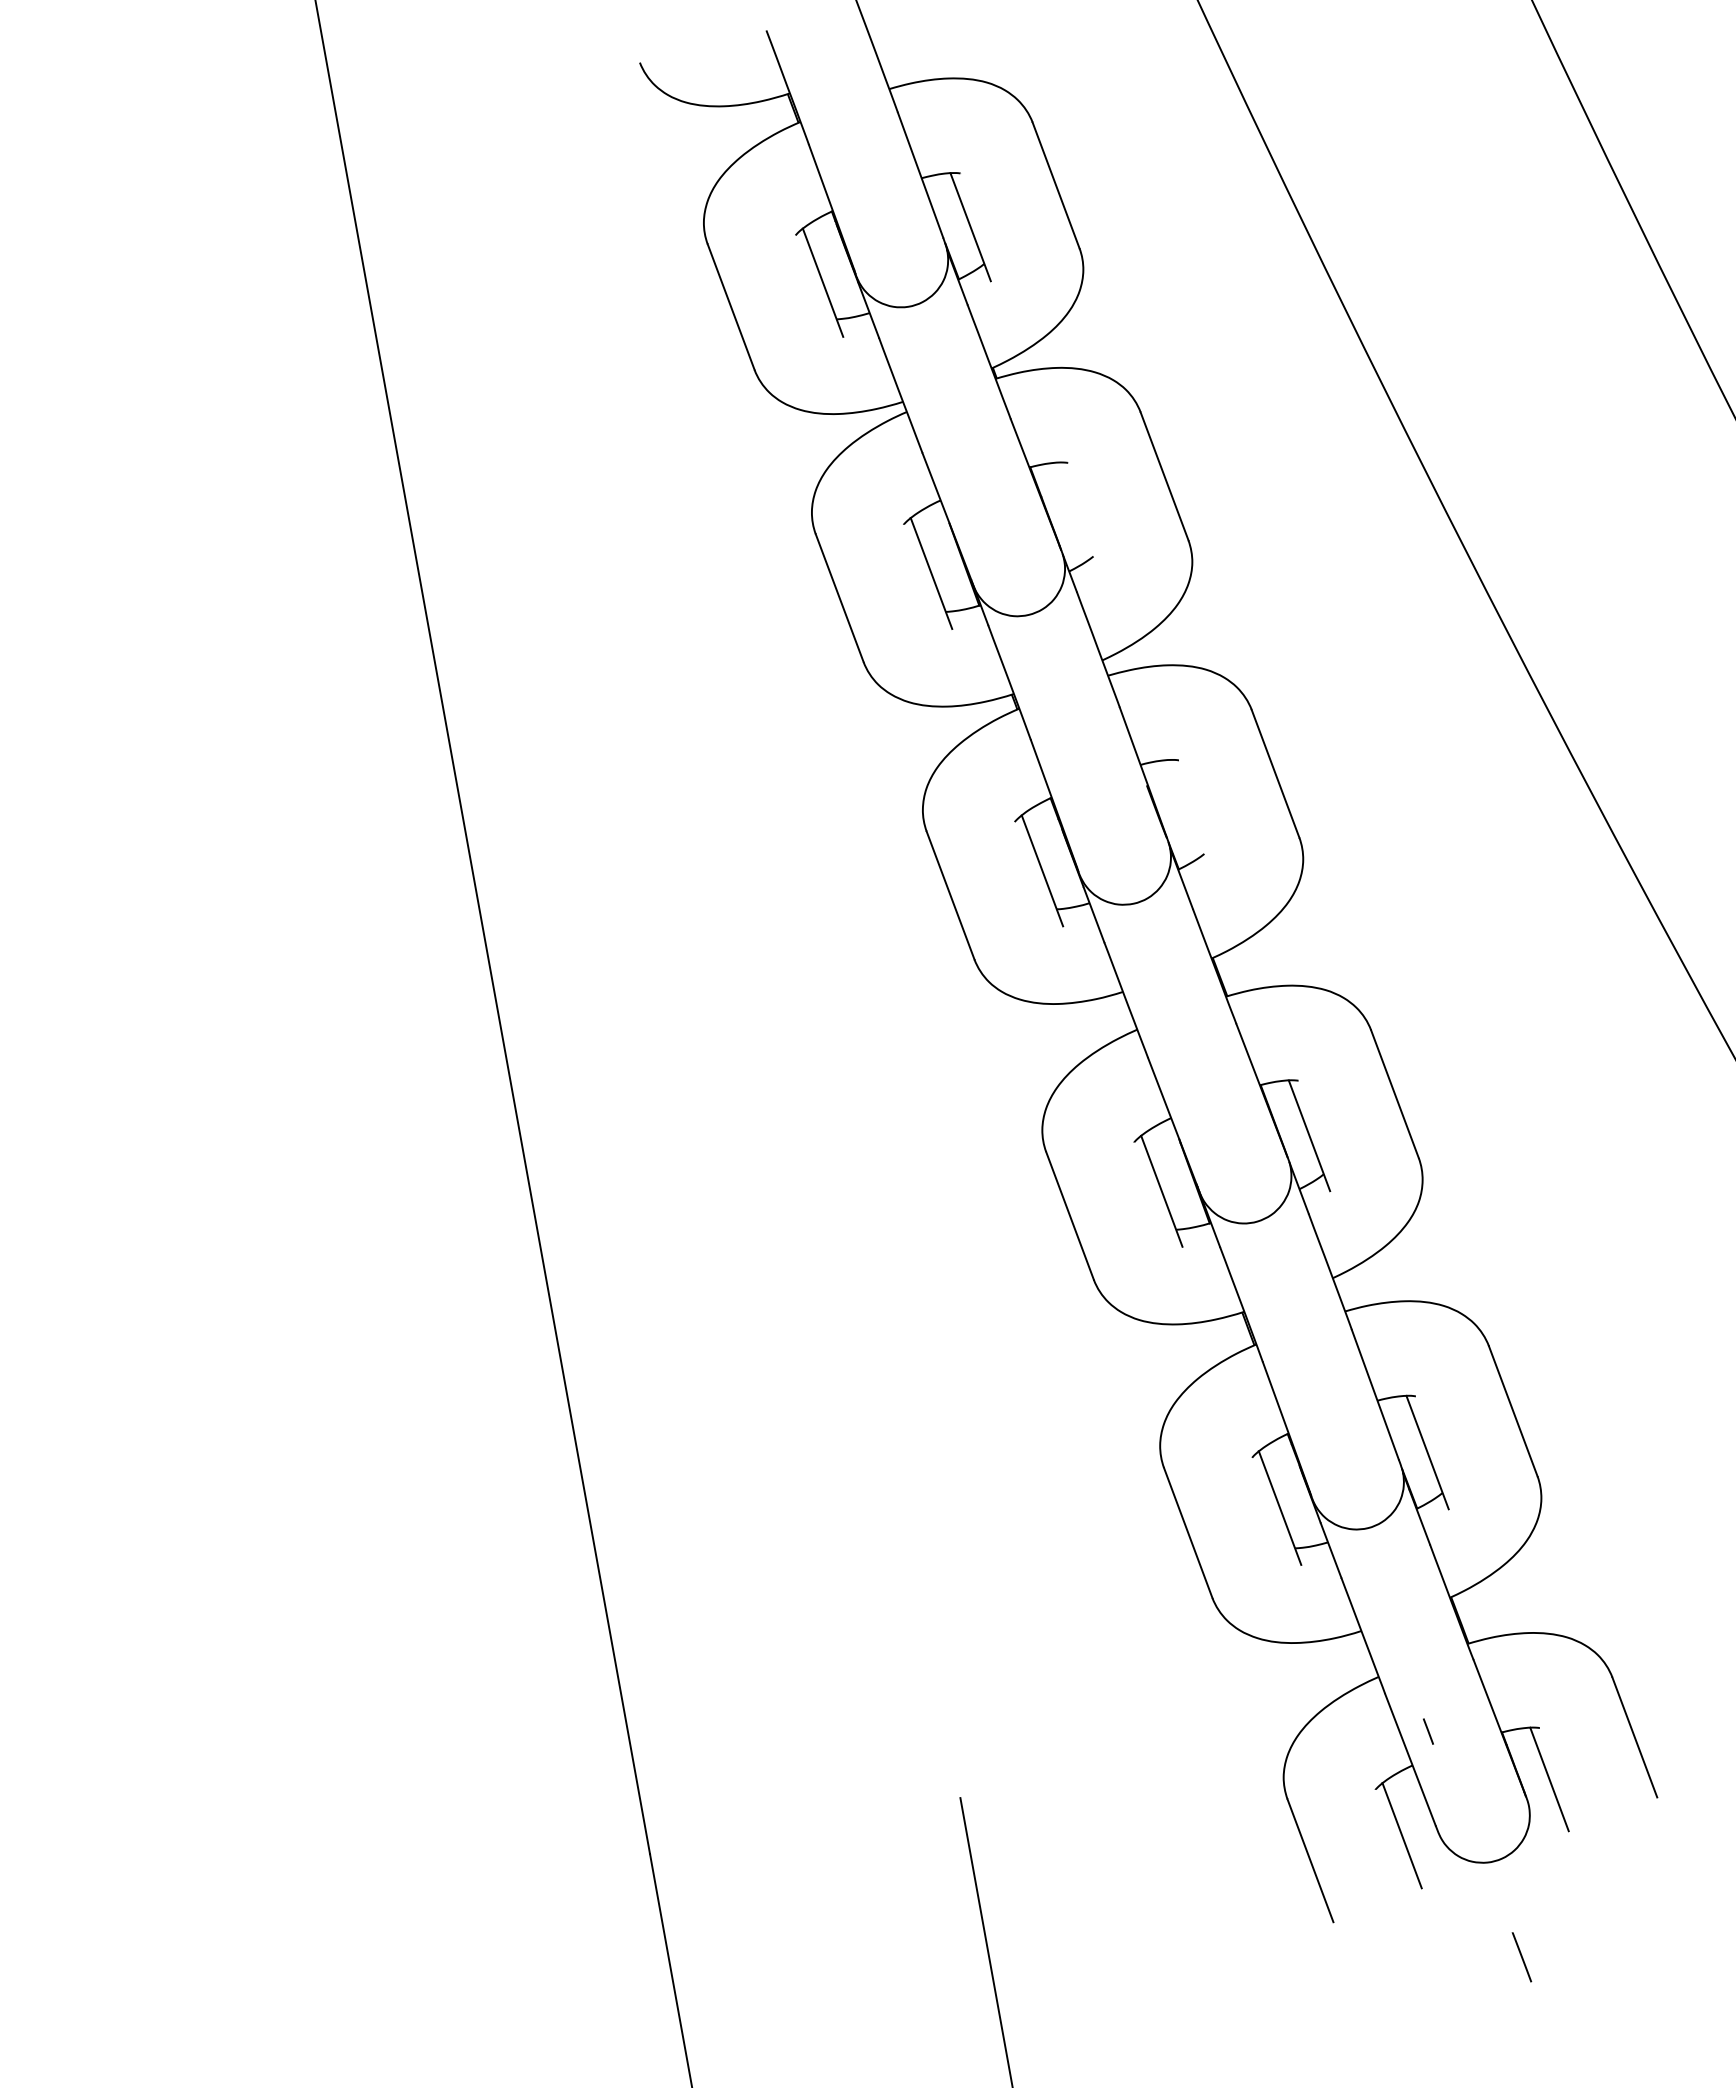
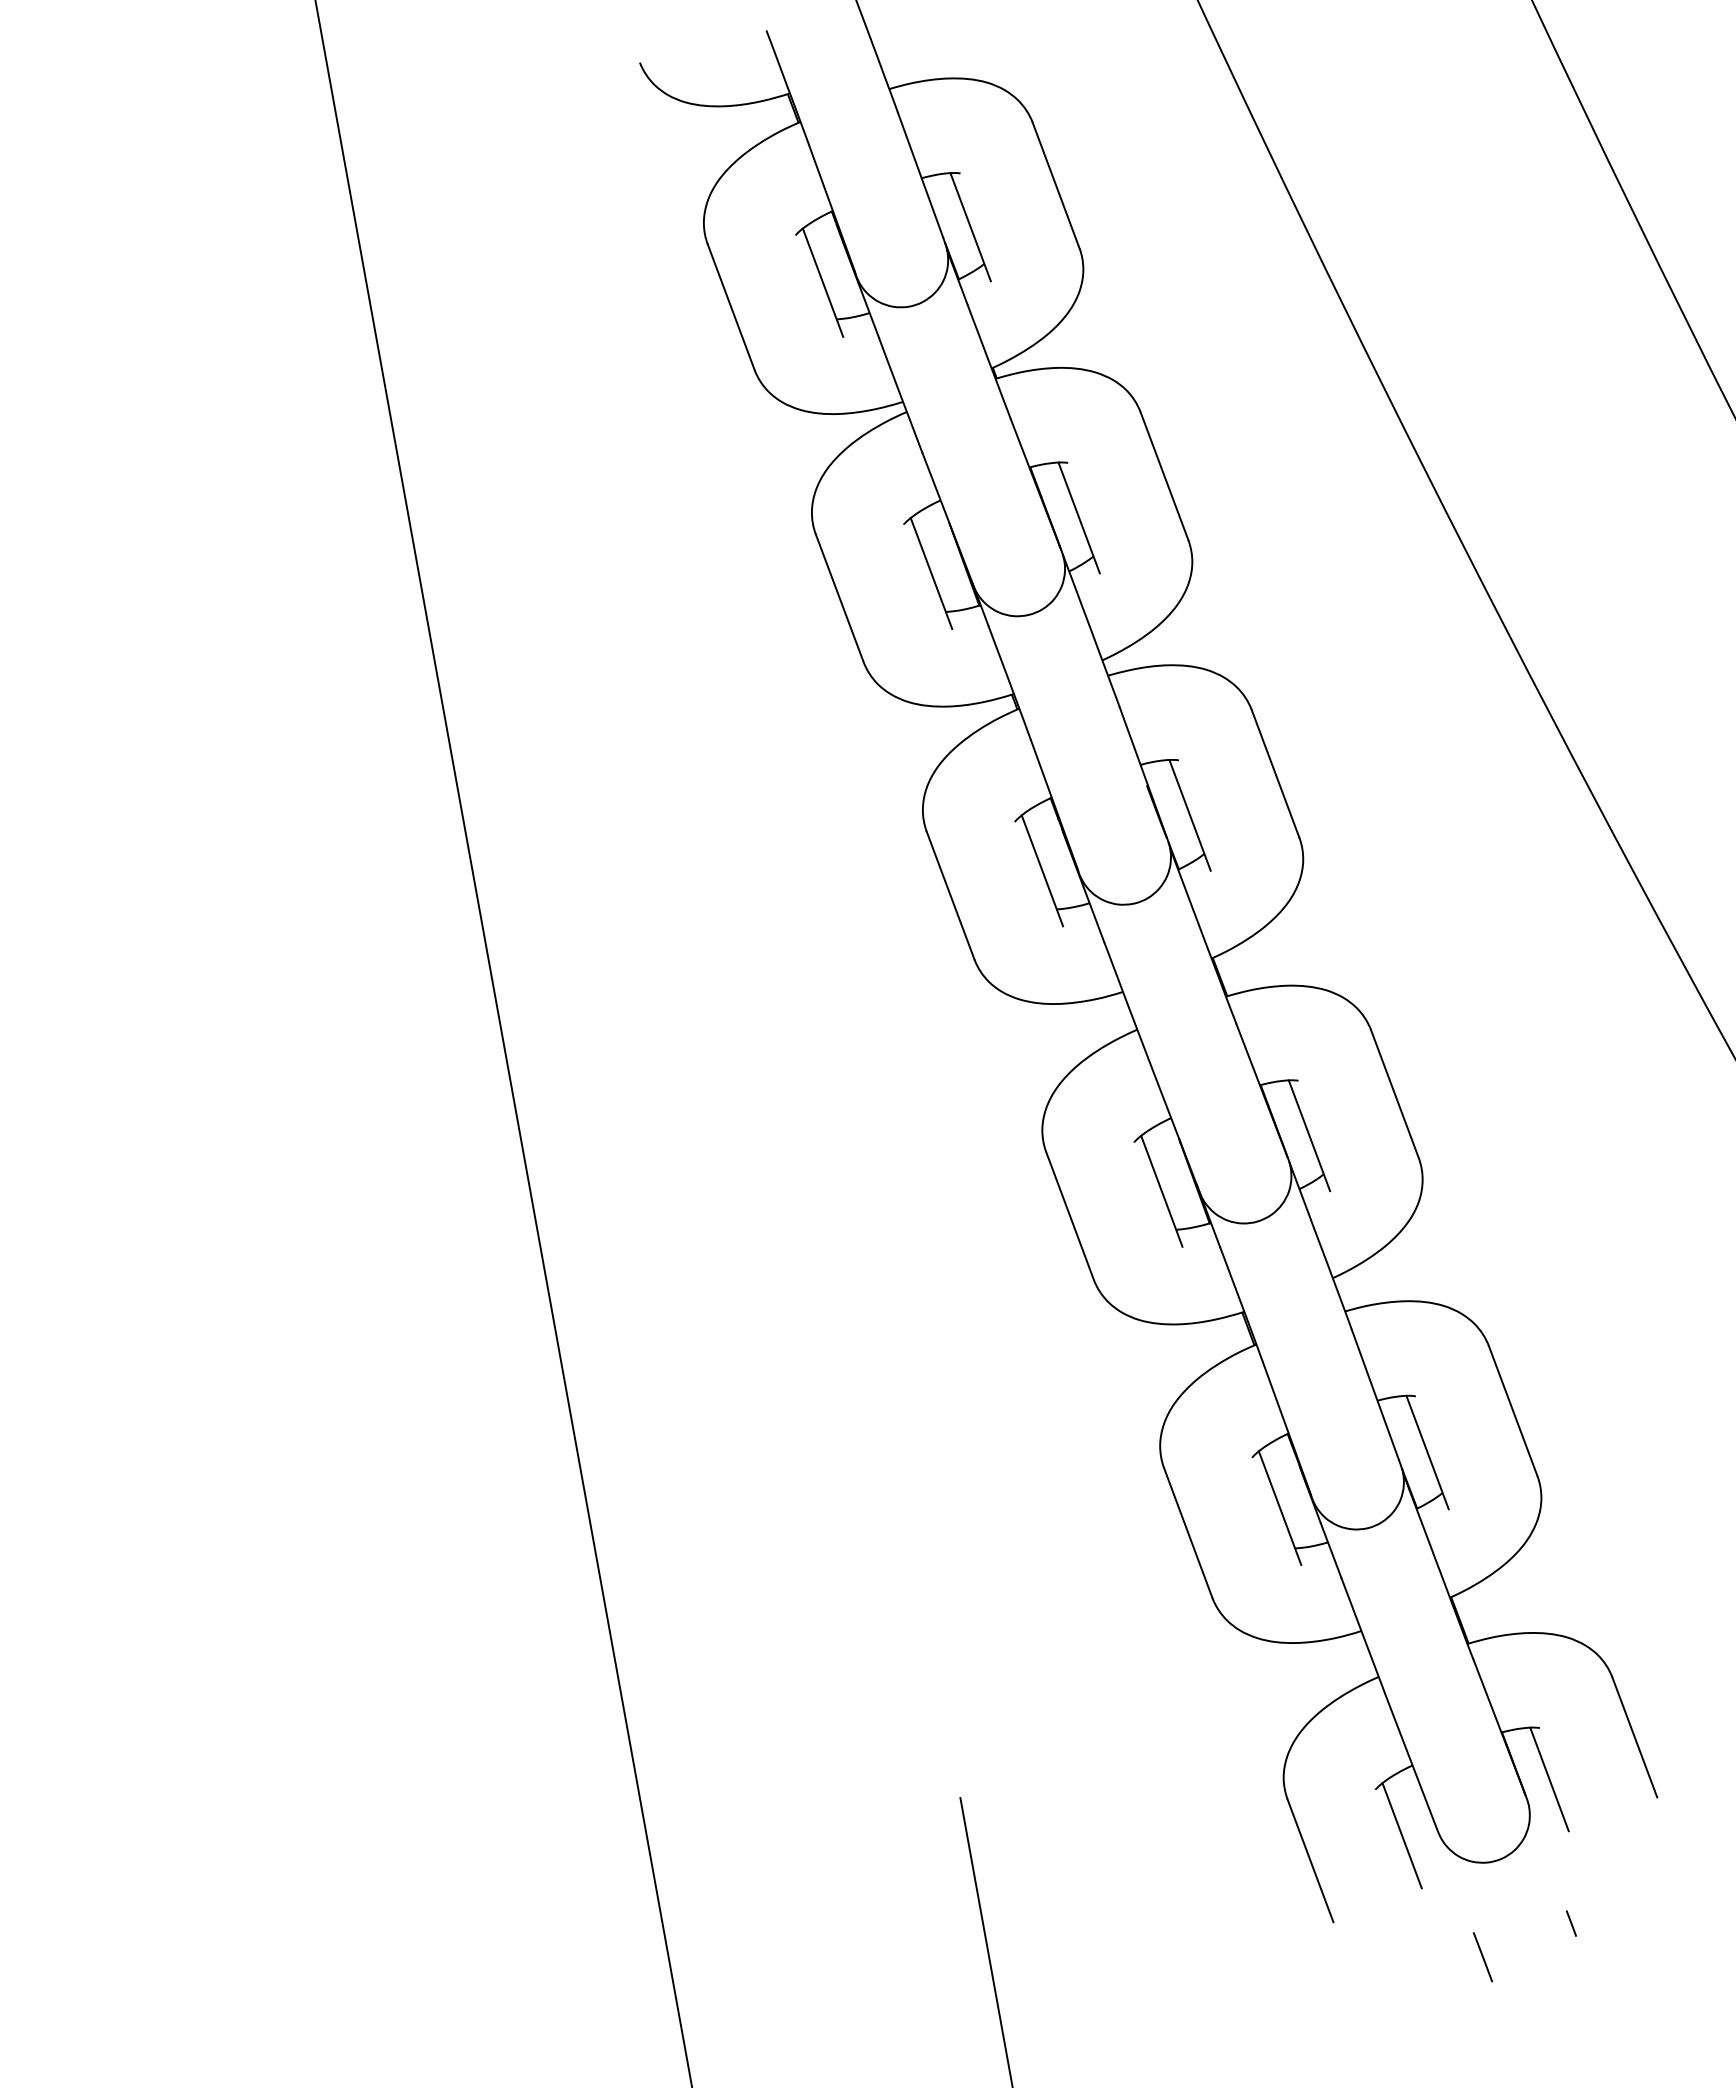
line at (1078, 517): none -> present
line at (1189, 814): none -> present
line at (1428, 1731) position: (1428, 1731) -> (1571, 1923)
line at (1521, 1957) position: (1521, 1957) -> (1482, 1957)
